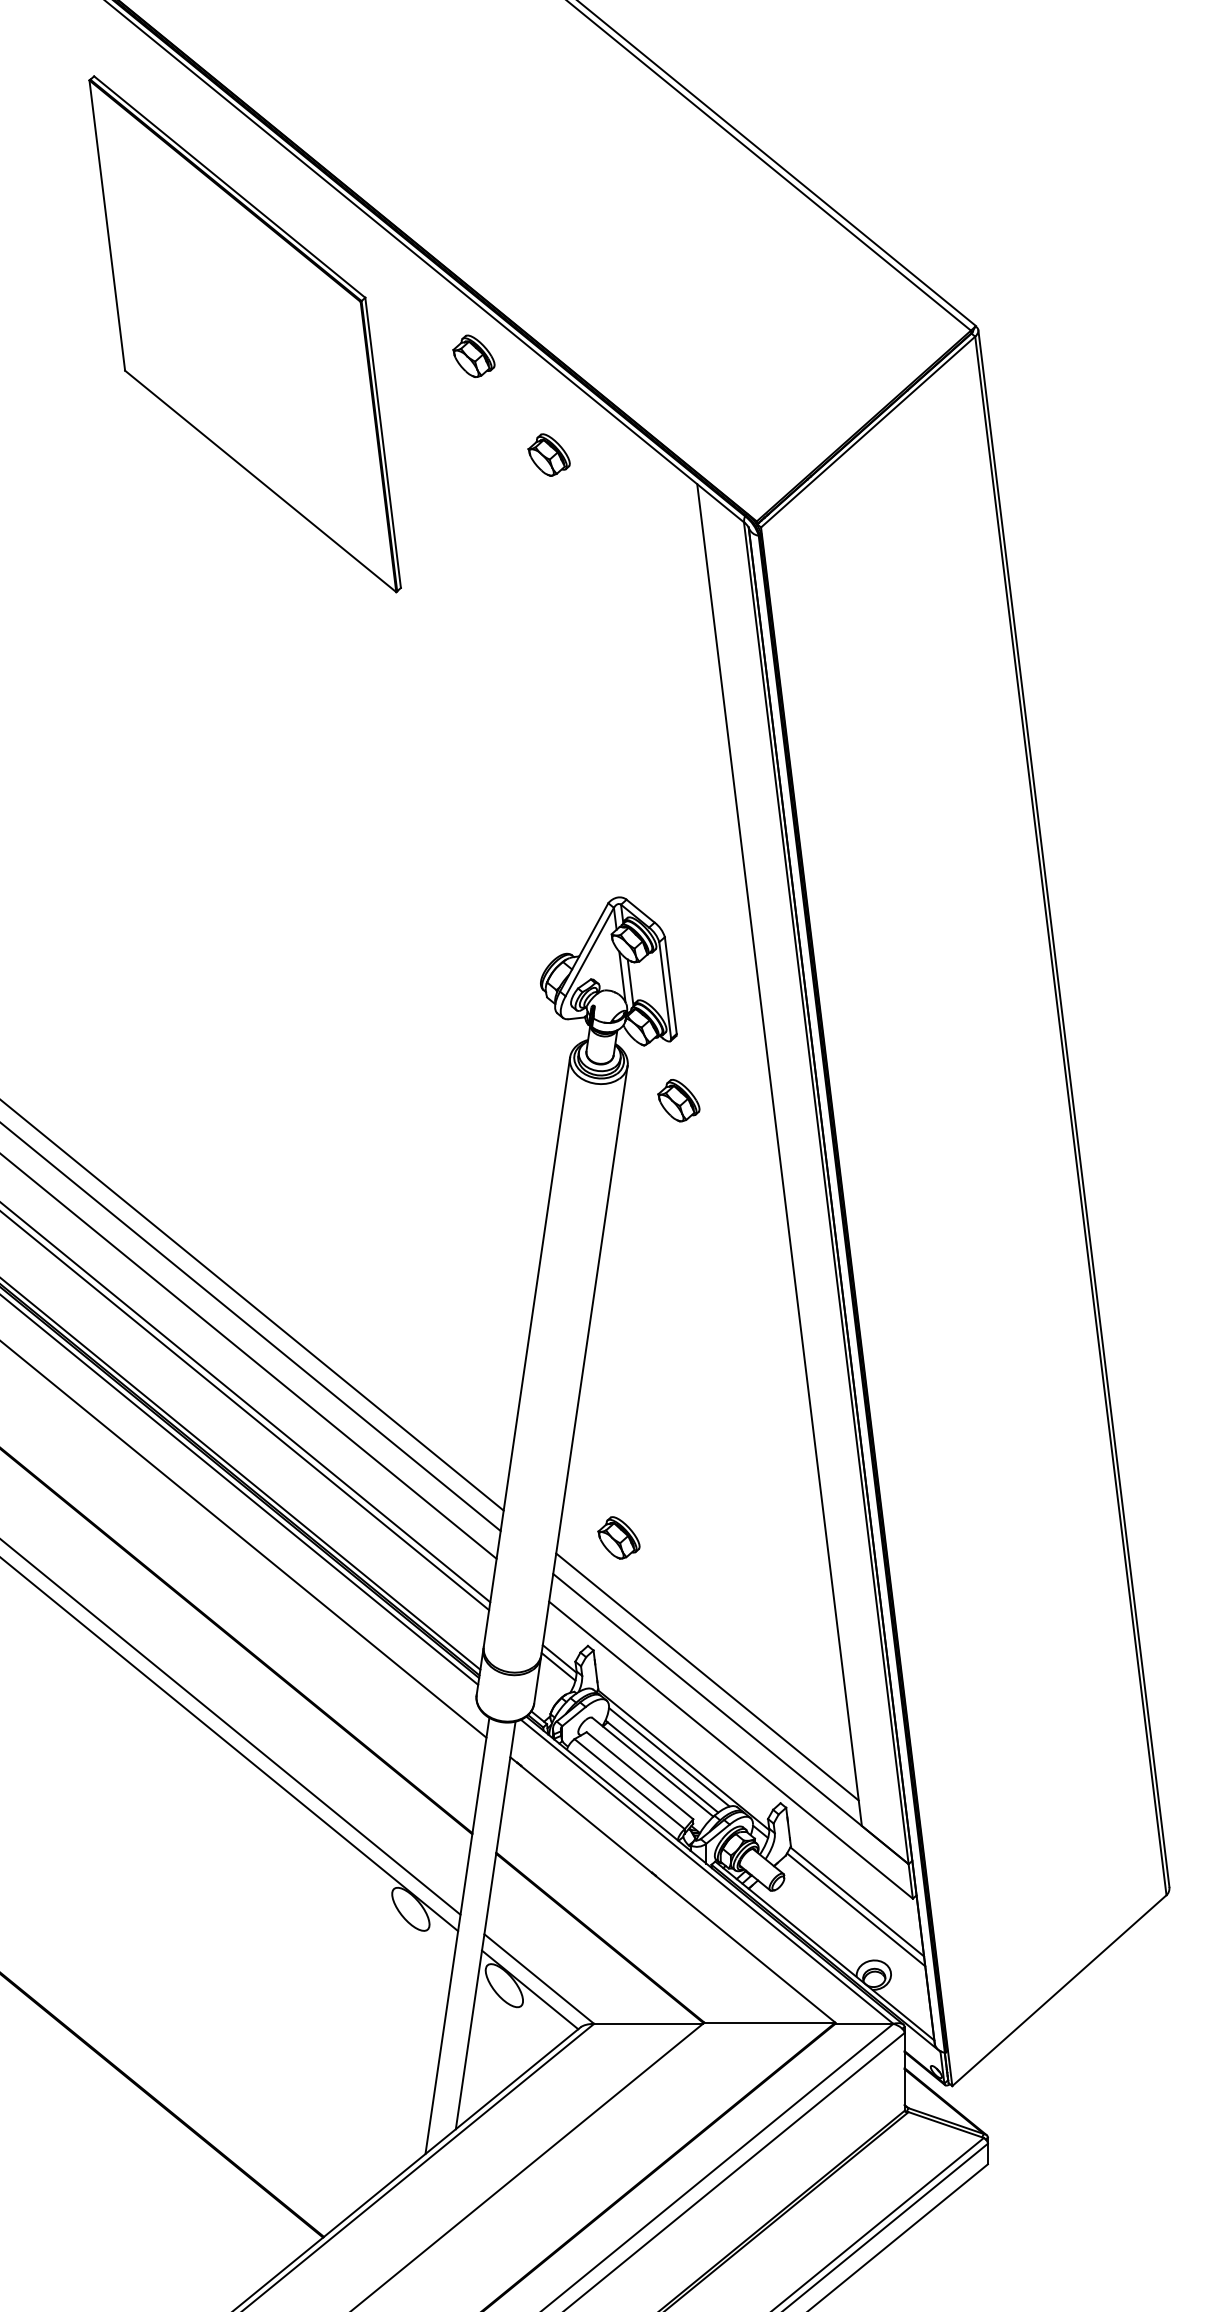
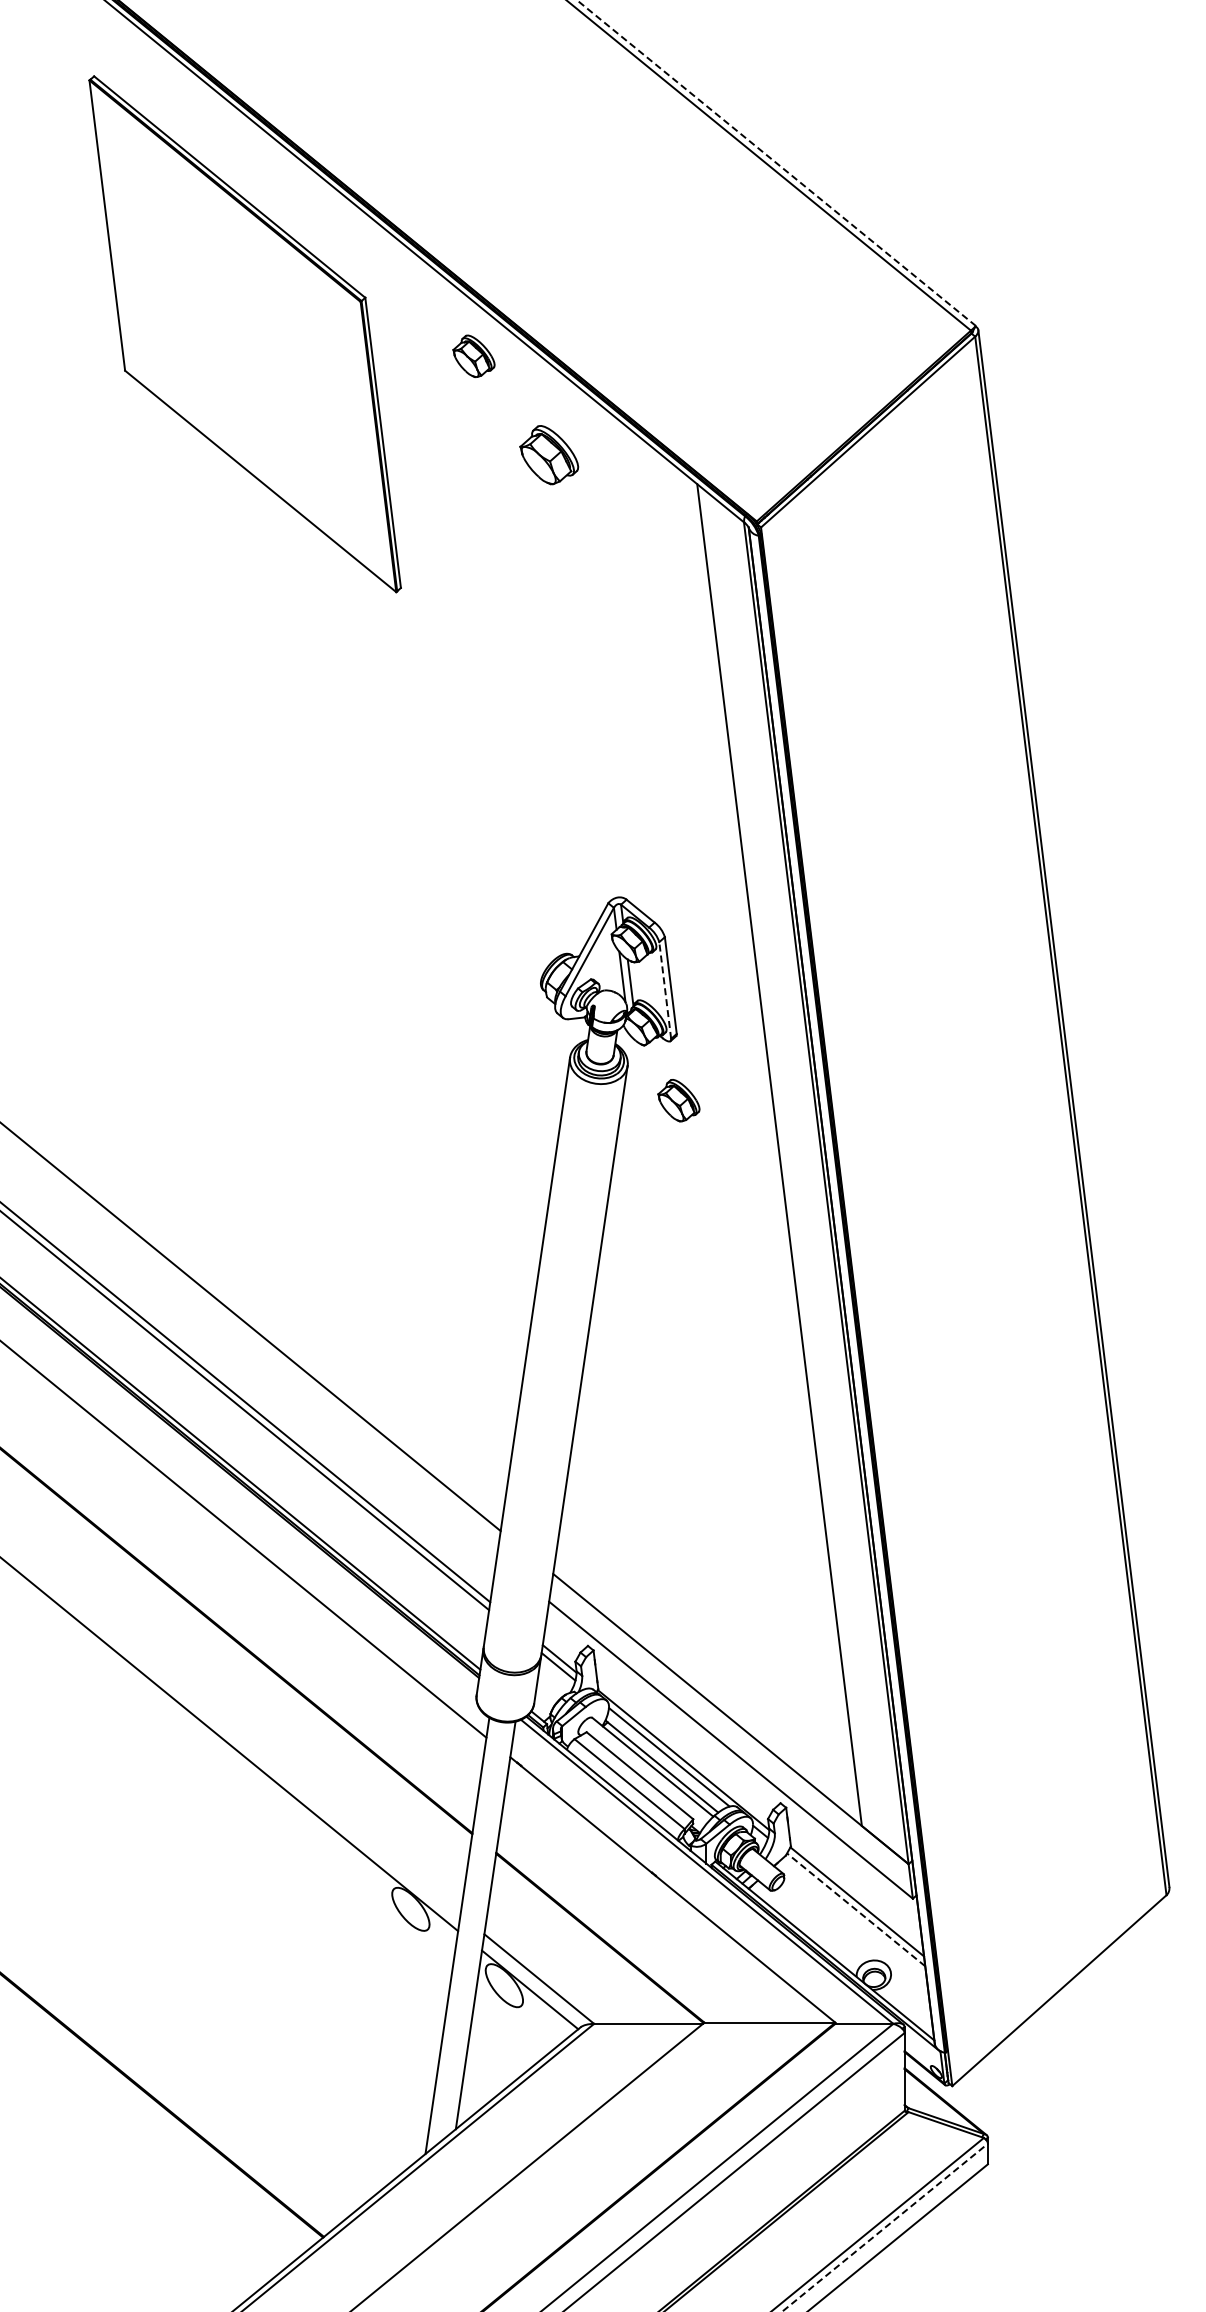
line at (776, 162): solid -> dashed
part at (548, 454) size: 44x44 px -> 61x61 px
line at (665, 990): solid -> dashed
line at (252, 1305): present -> none
line at (249, 1356): present -> none
line at (240, 1490): present -> none
part at (618, 1537): present -> none
line at (707, 1676): present -> none
line at (231, 1727): present -> none
line at (855, 1909): solid -> dashed
line at (884, 2227): solid -> dashed
